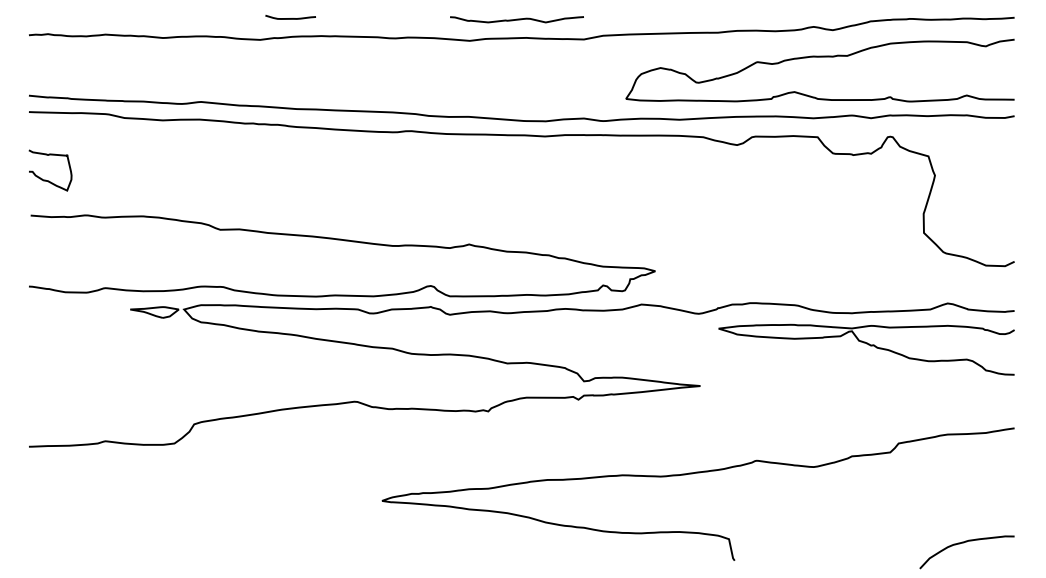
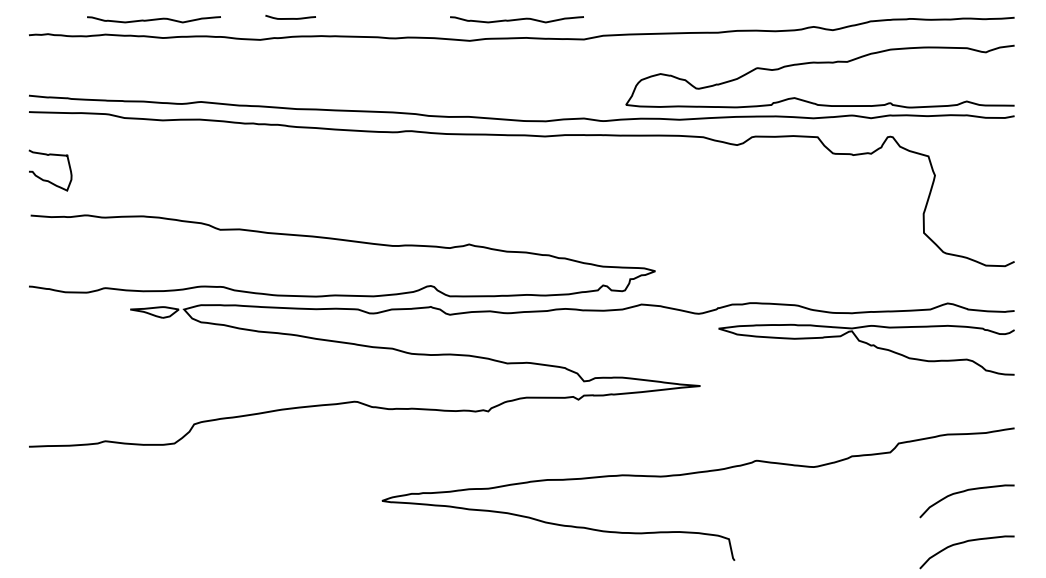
curve at (153, 19): none -> present
curve at (819, 57) position: (819, 57) -> (819, 63)
curve at (963, 492): none -> present
